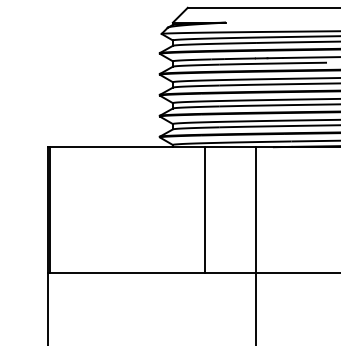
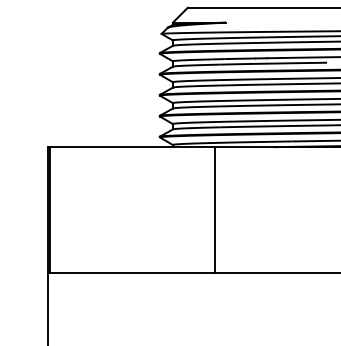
line at (204, 209) position: (204, 209) -> (214, 209)
line at (255, 244): present -> none
